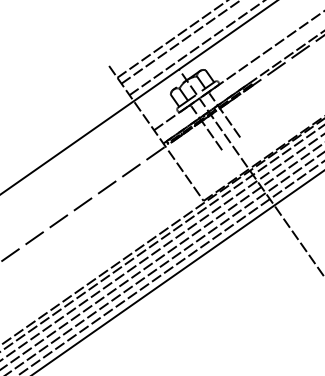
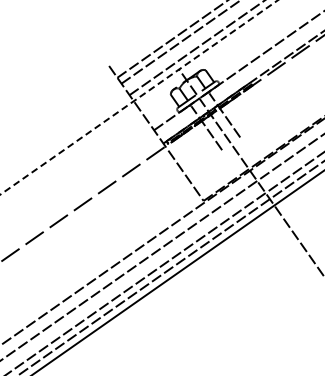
line at (139, 97): solid -> dashed
line at (161, 238): present -> none
line at (161, 256): present -> none
